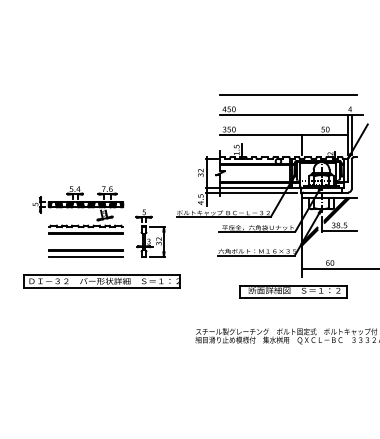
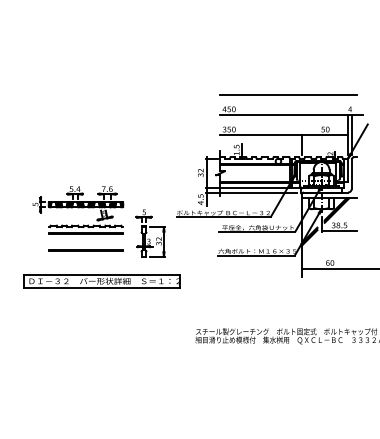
line at (85, 256): present -> none
part at (293, 291): present -> none
